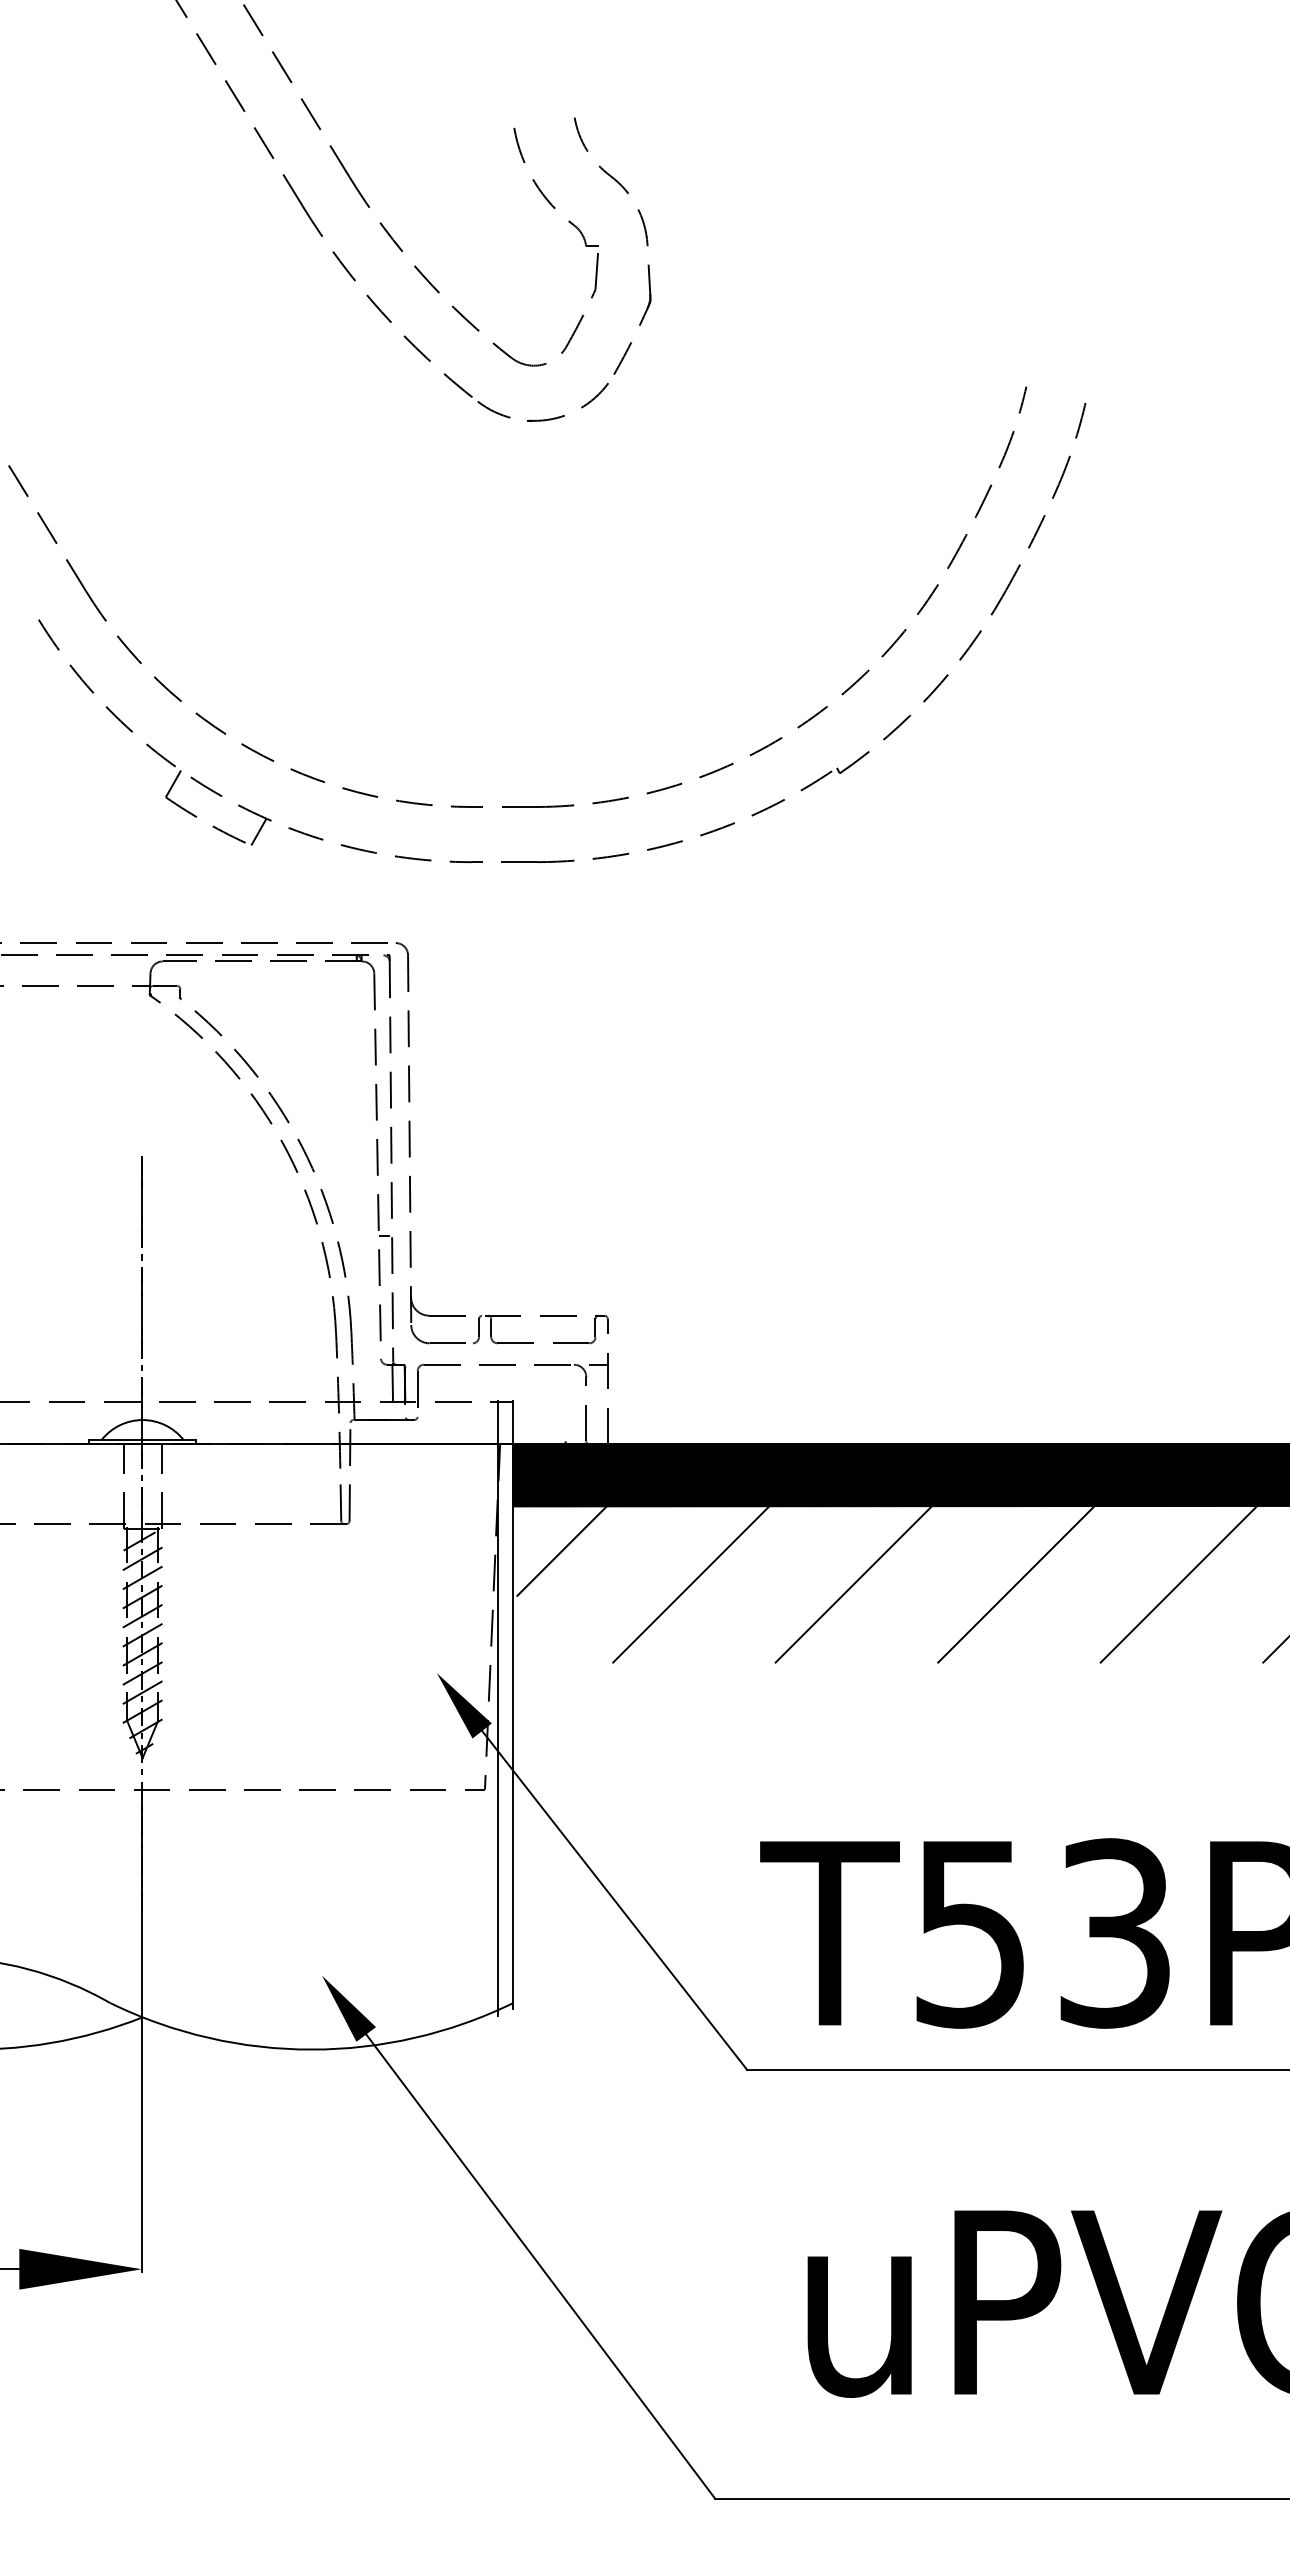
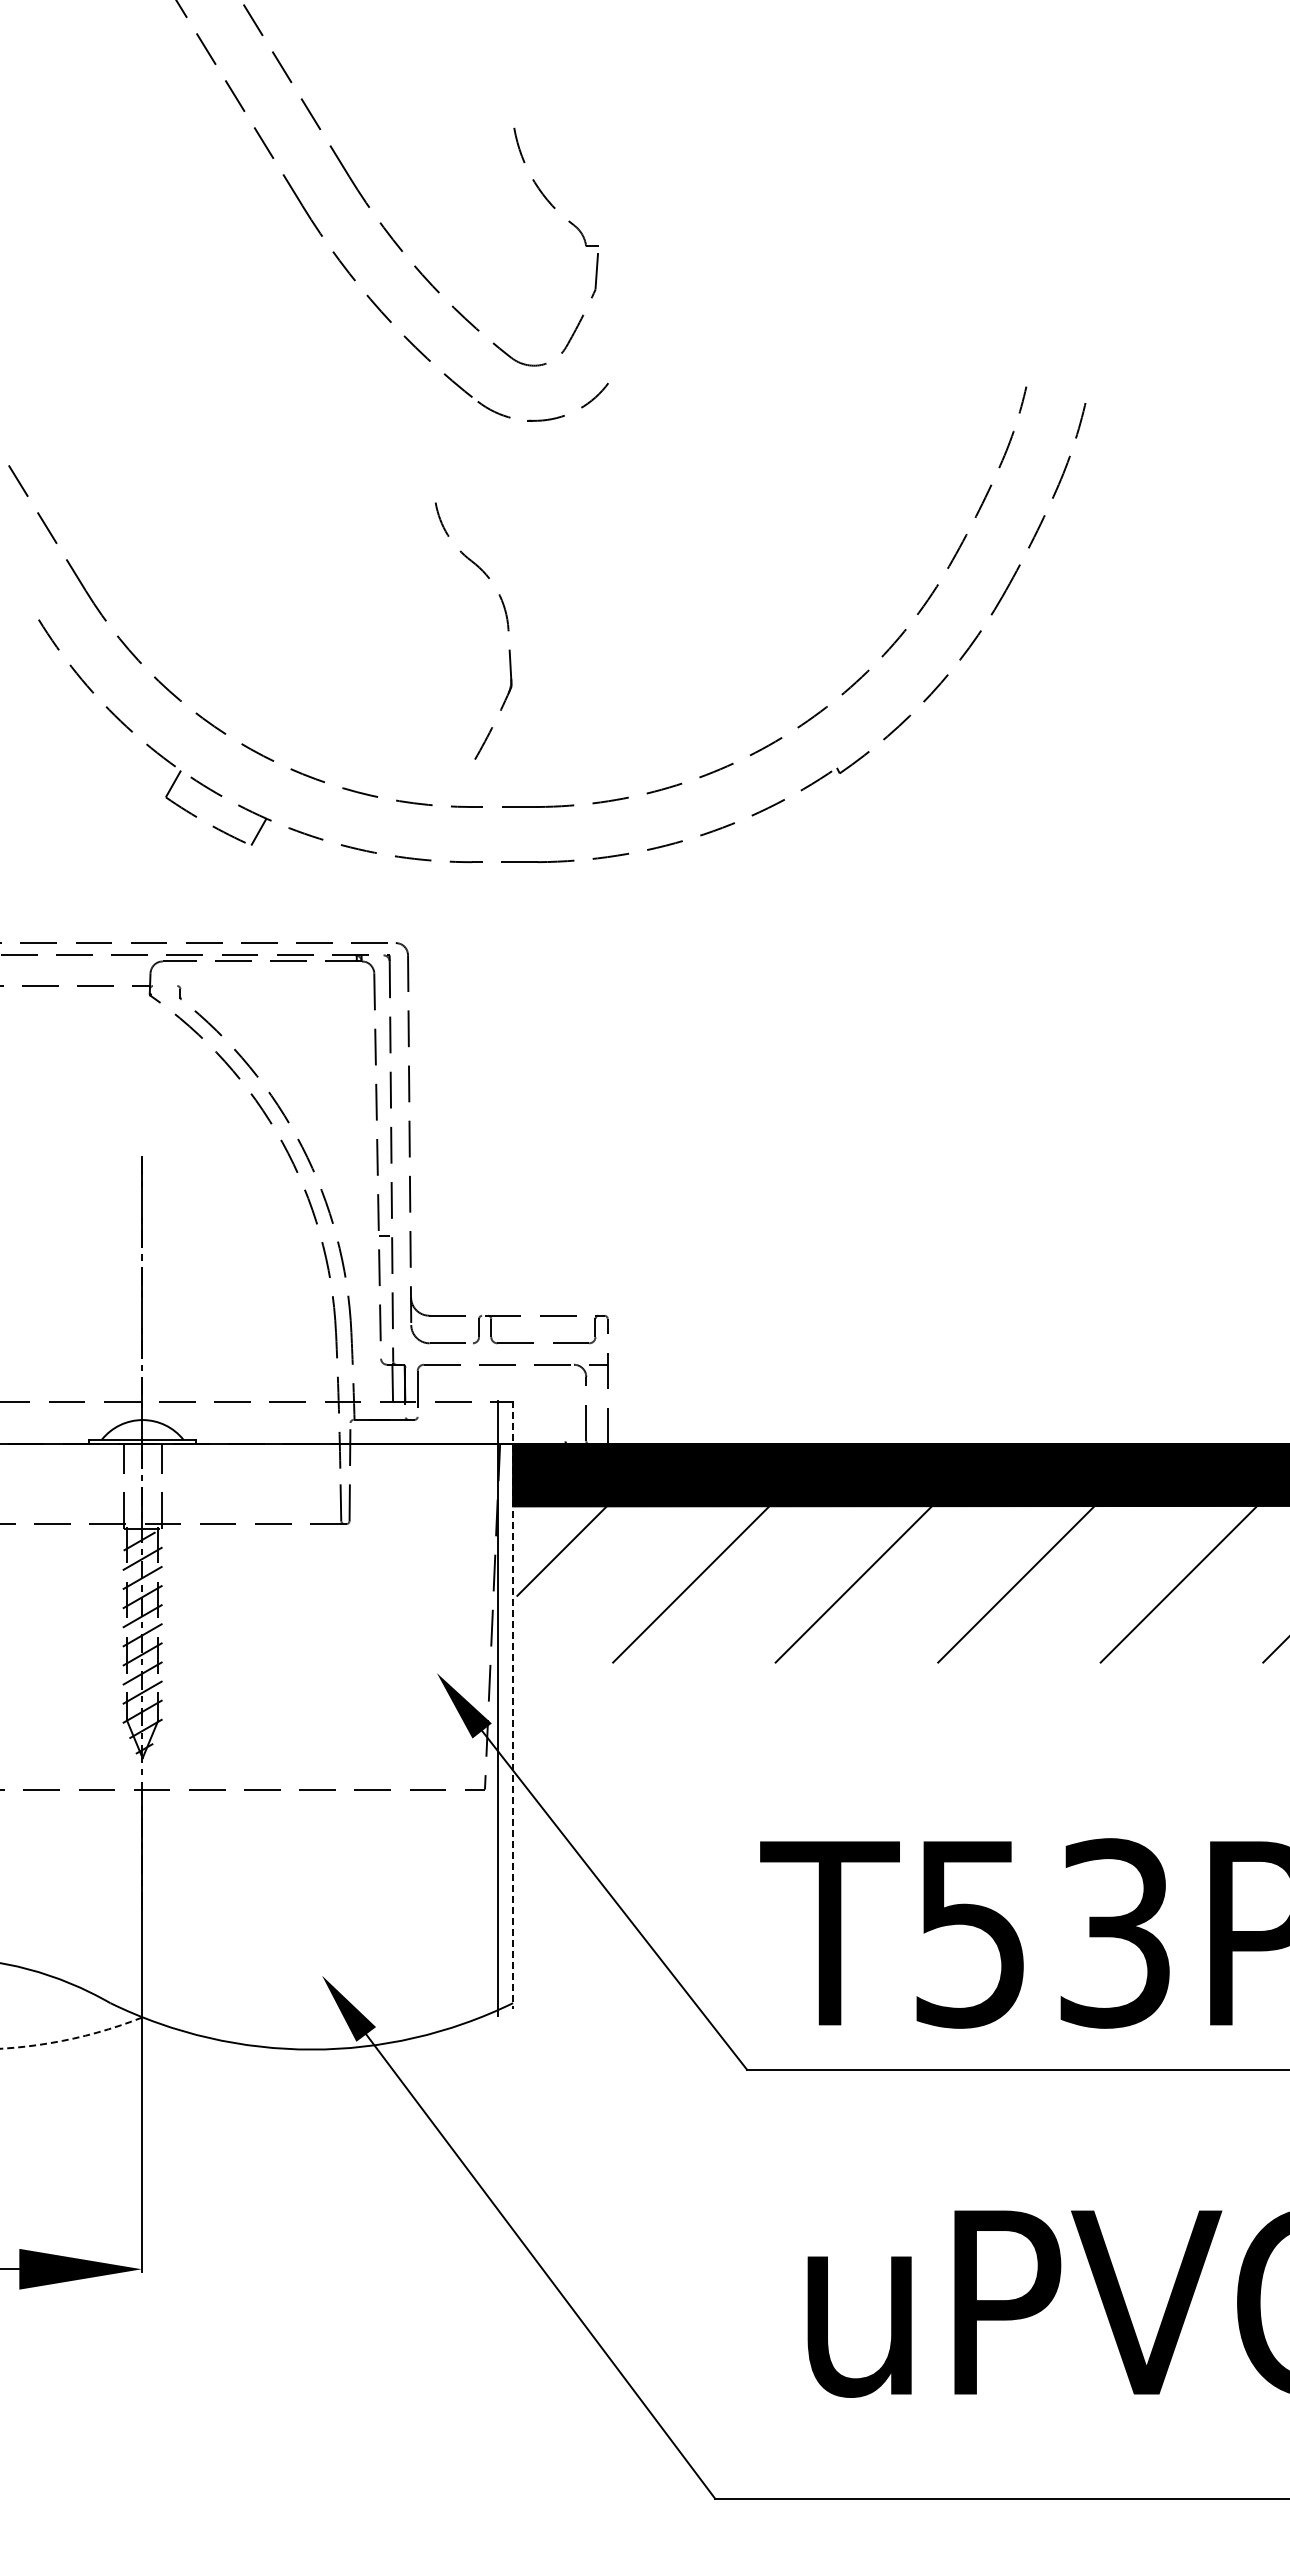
part at (645, 237) position: (645, 237) -> (506, 622)
line at (165, 986): present -> none
line at (513, 1705): solid -> dashed
arc at (73, 2038): solid -> dashed
